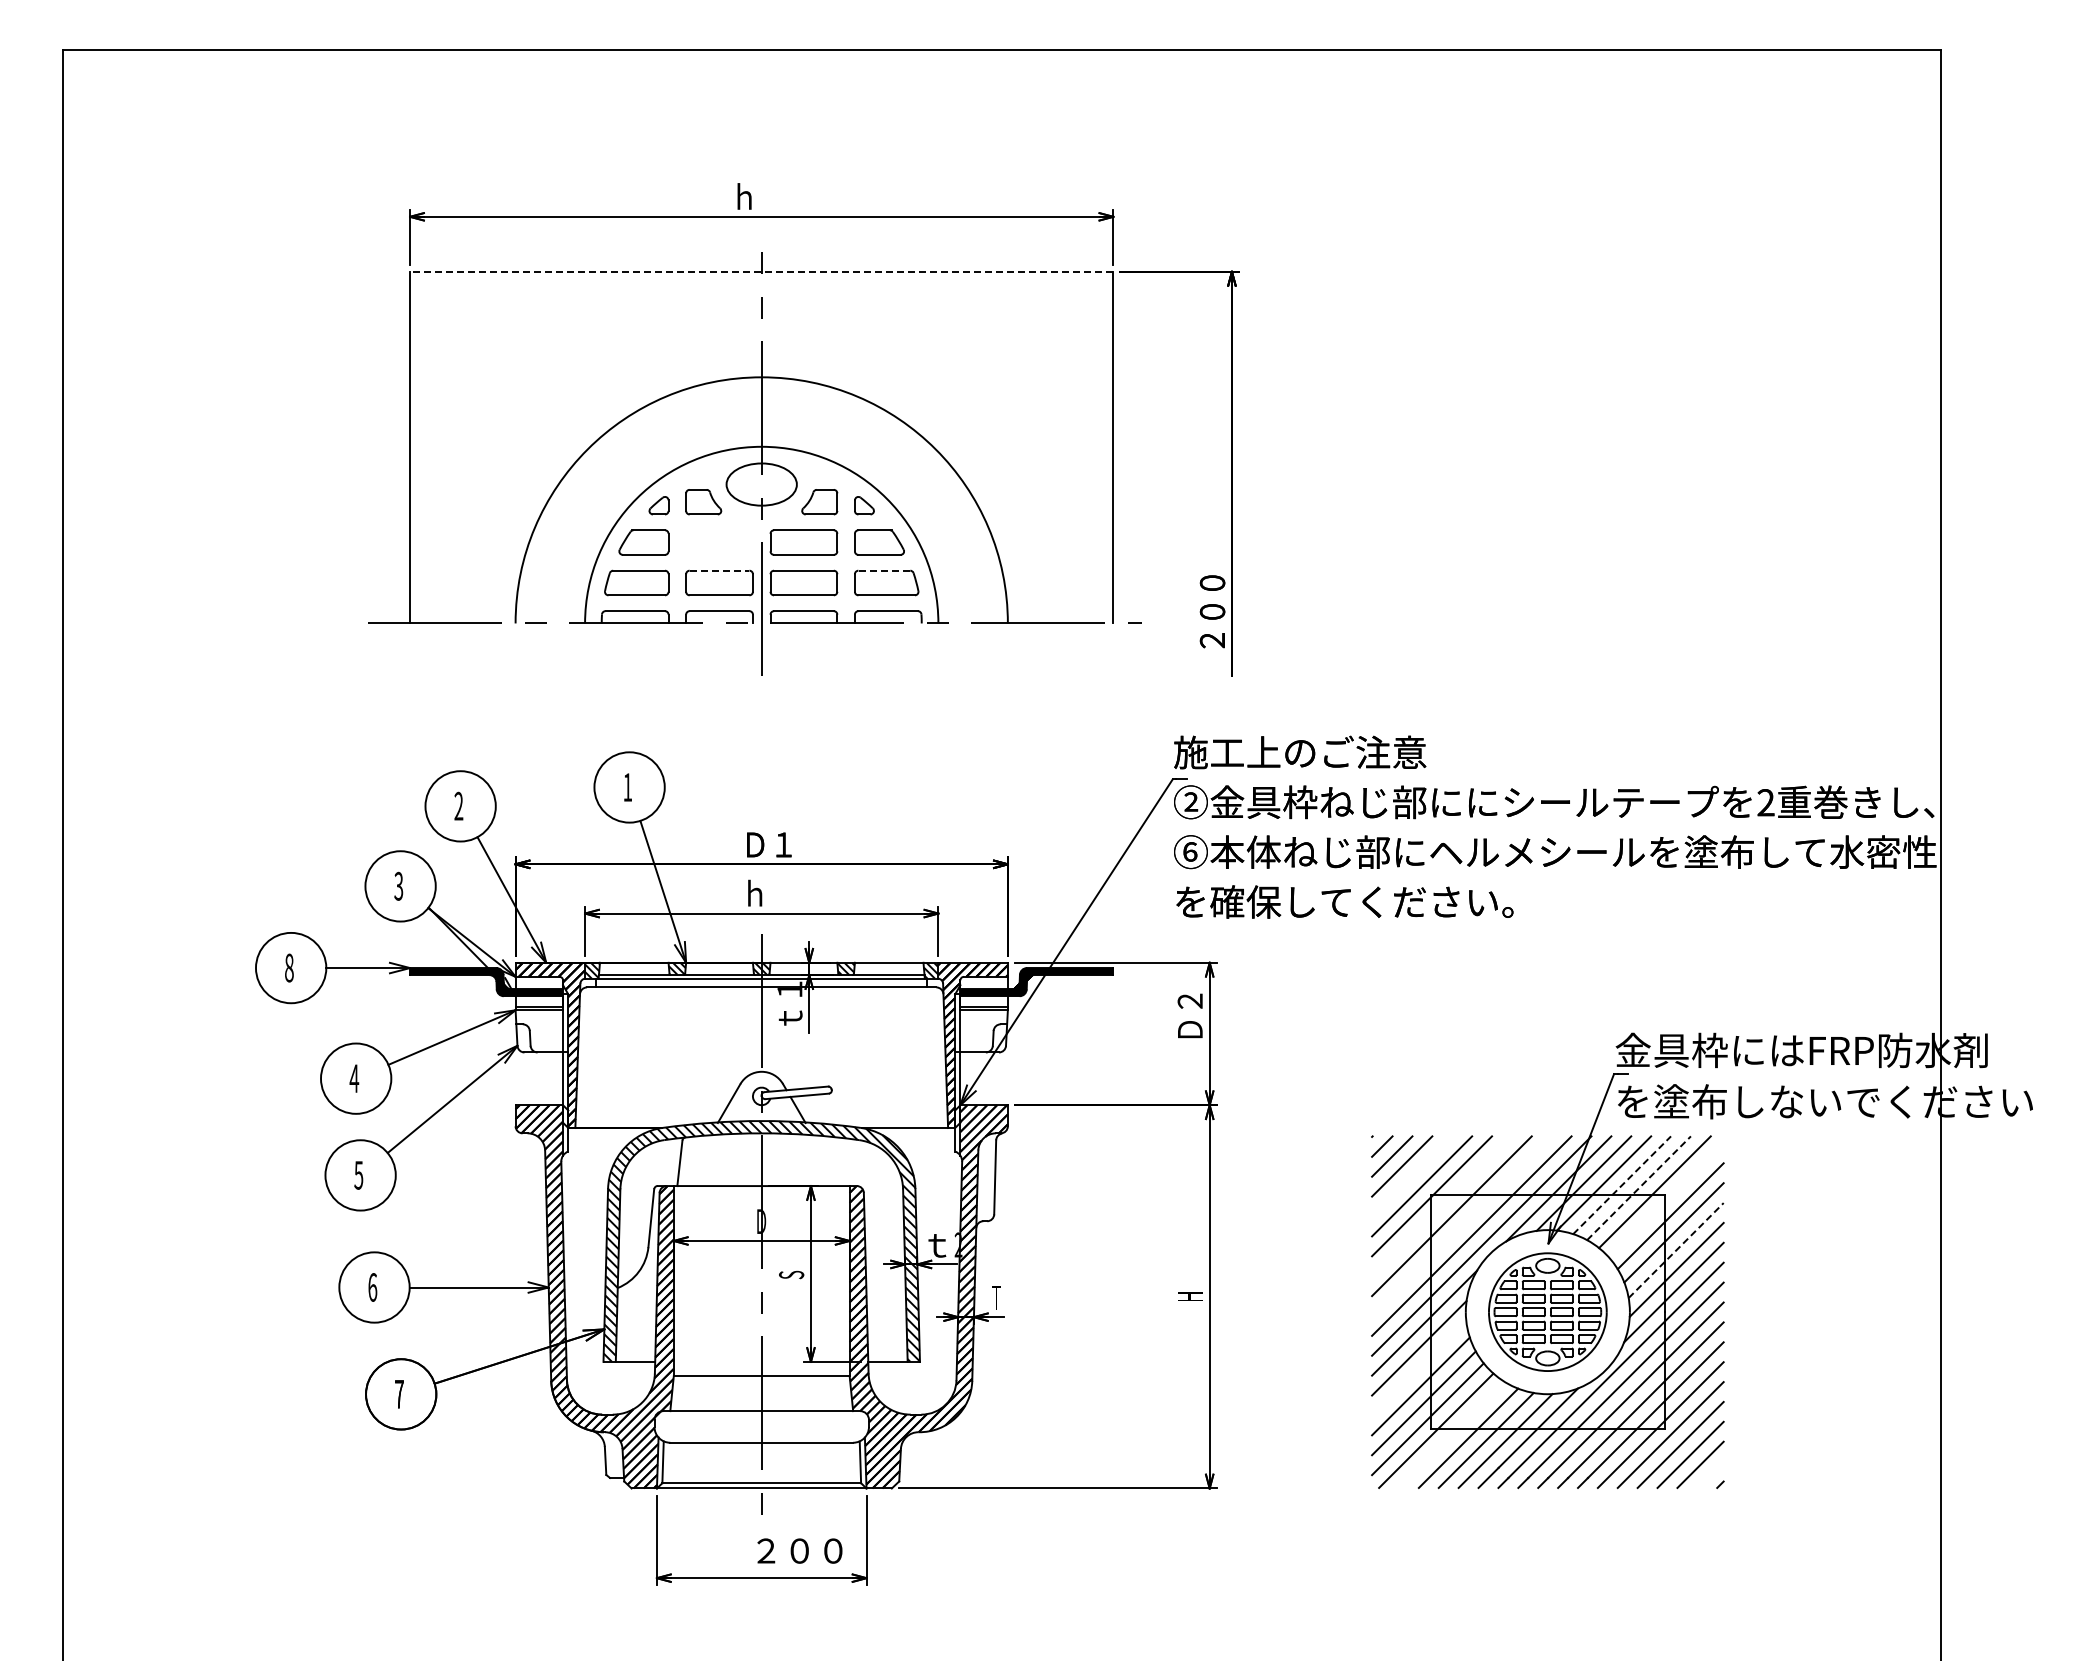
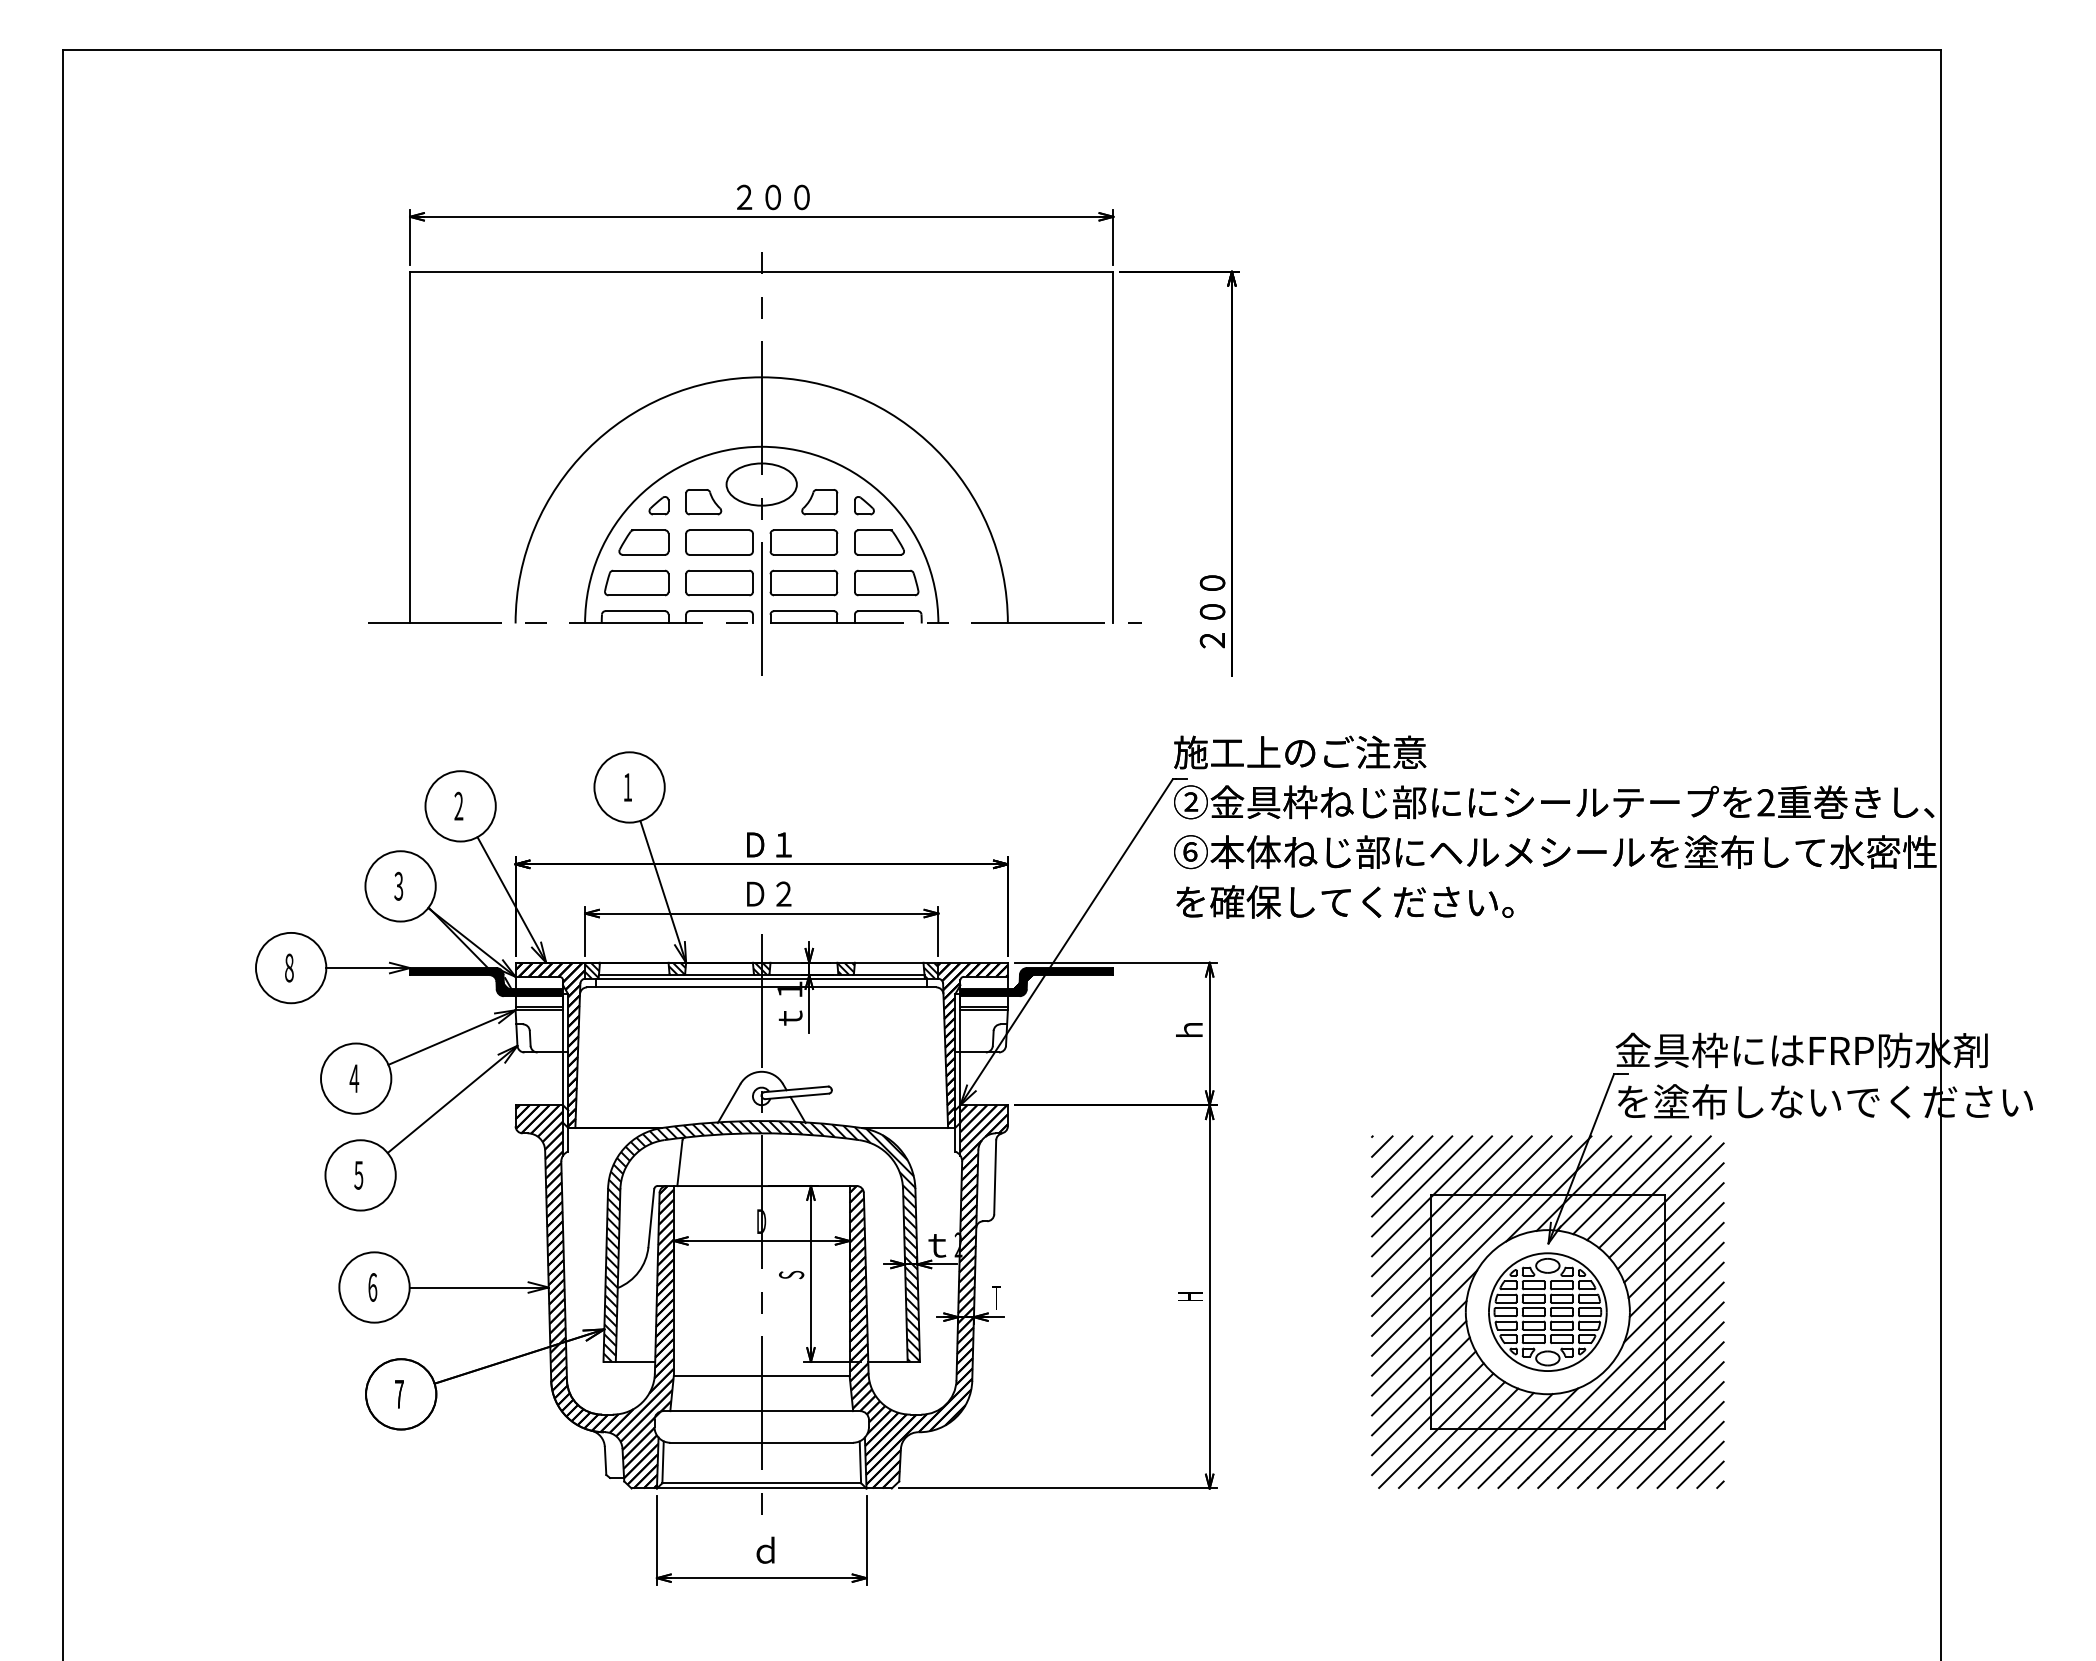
text at (773, 196): ｈ -> ２００
line at (761, 271): dashed -> solid
part at (719, 542): none -> present
line at (719, 570): dashed -> solid
line at (884, 570): dashed -> solid
text at (769, 892): ｈ -> Ｄ２
text at (1189, 1015): Ｄ２ -> ｈ
line at (1412, 1176): none -> present
line at (1622, 1184): dashed -> solid
line at (1639, 1187): dashed -> solid
line at (1666, 1200): none -> present
line at (1441, 1206): none -> present
line at (1461, 1225): none -> present
line at (1676, 1250): dashed -> solid
line at (1419, 1368): none -> present
line at (1451, 1434): none -> present
line at (1710, 1474): none -> present
text at (799, 1549): ２００ -> ｄ
